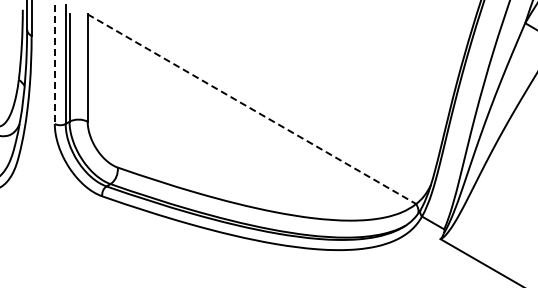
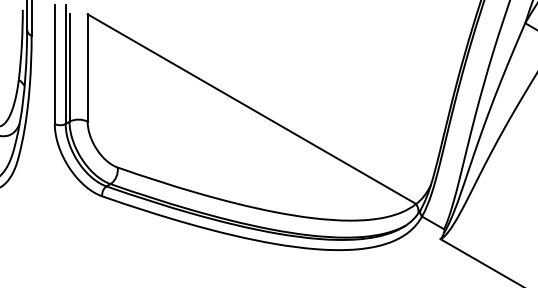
line at (54, 64): dashed -> solid
line at (251, 109): dashed -> solid
